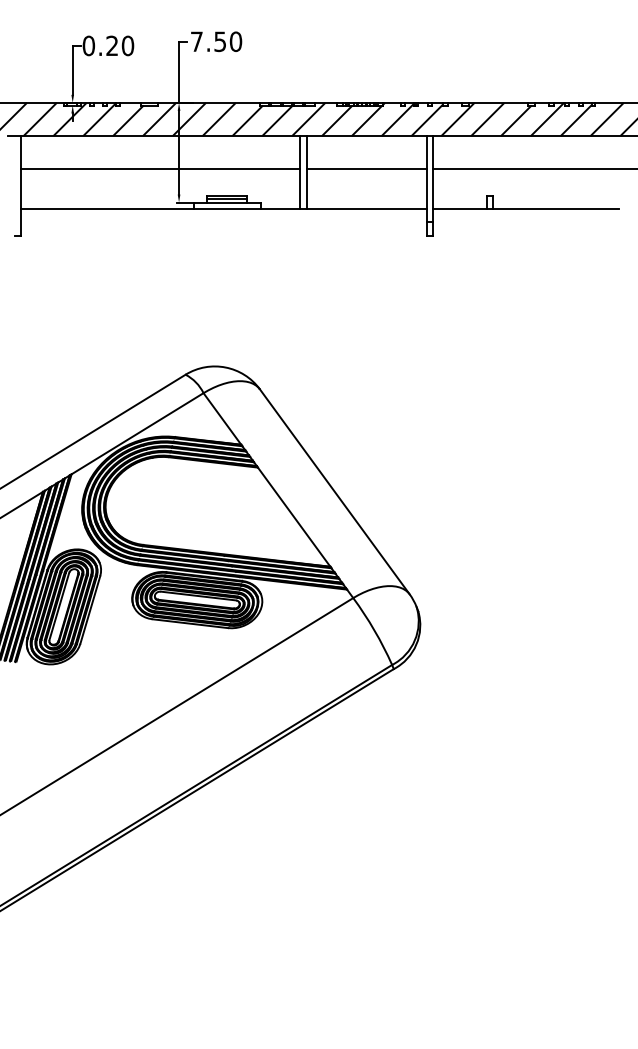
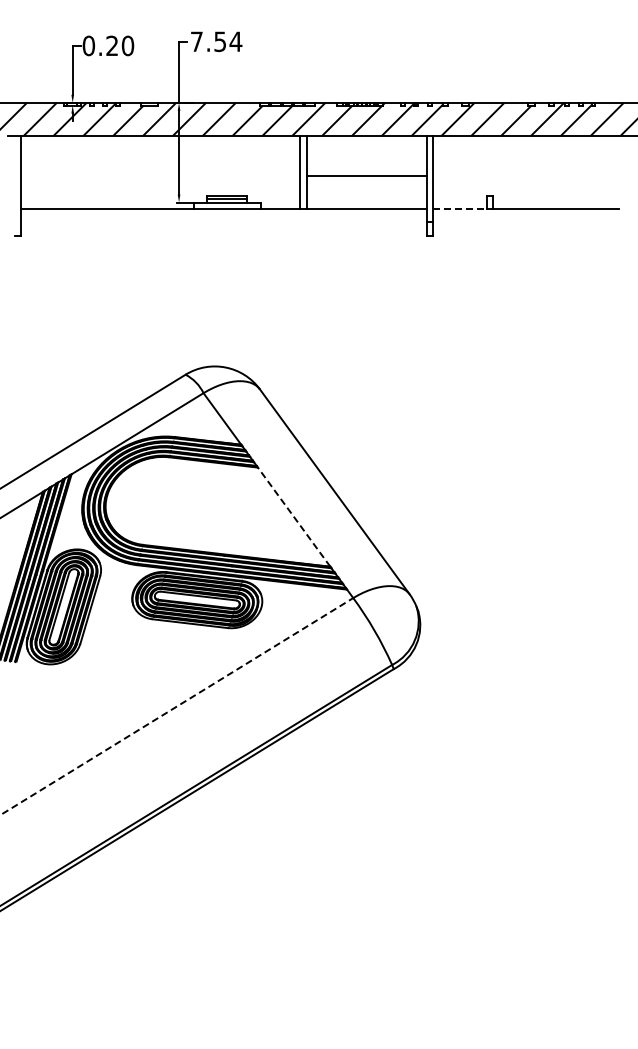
text at (235, 41): 7.50 -> 7.54
line at (160, 169): present -> none
line at (366, 169) position: (366, 169) -> (366, 176)
line at (533, 169): present -> none
line at (459, 209): solid -> dashed
line at (293, 516): solid -> dashed
line at (176, 706): solid -> dashed
